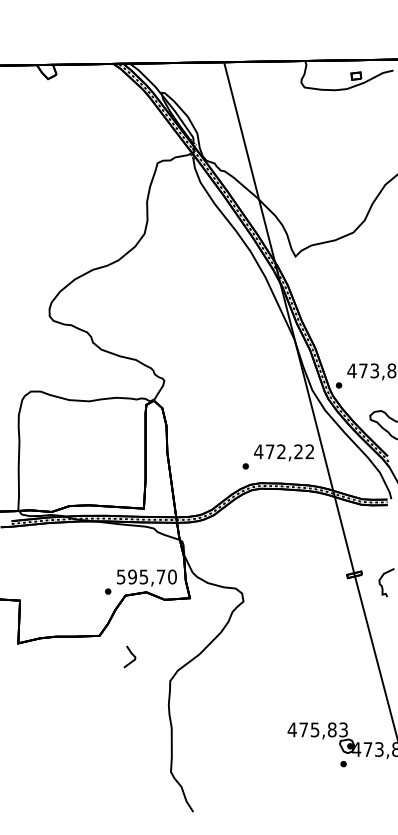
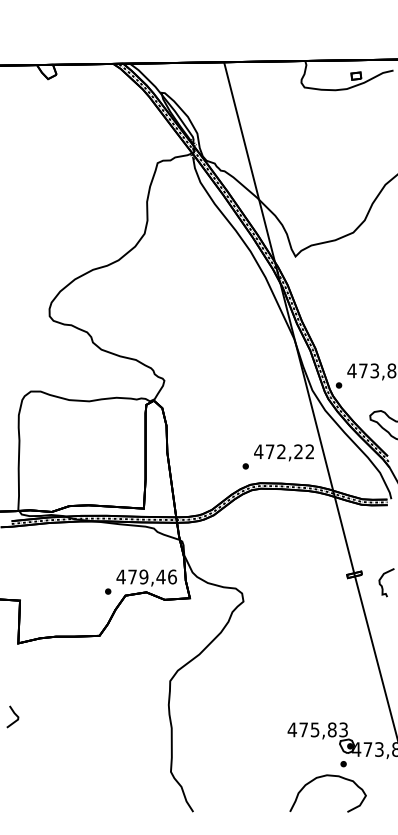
text at (146, 576): 595,70 -> 479,46
line at (131, 654) position: (131, 654) -> (14, 714)
curve at (323, 777): none -> present
